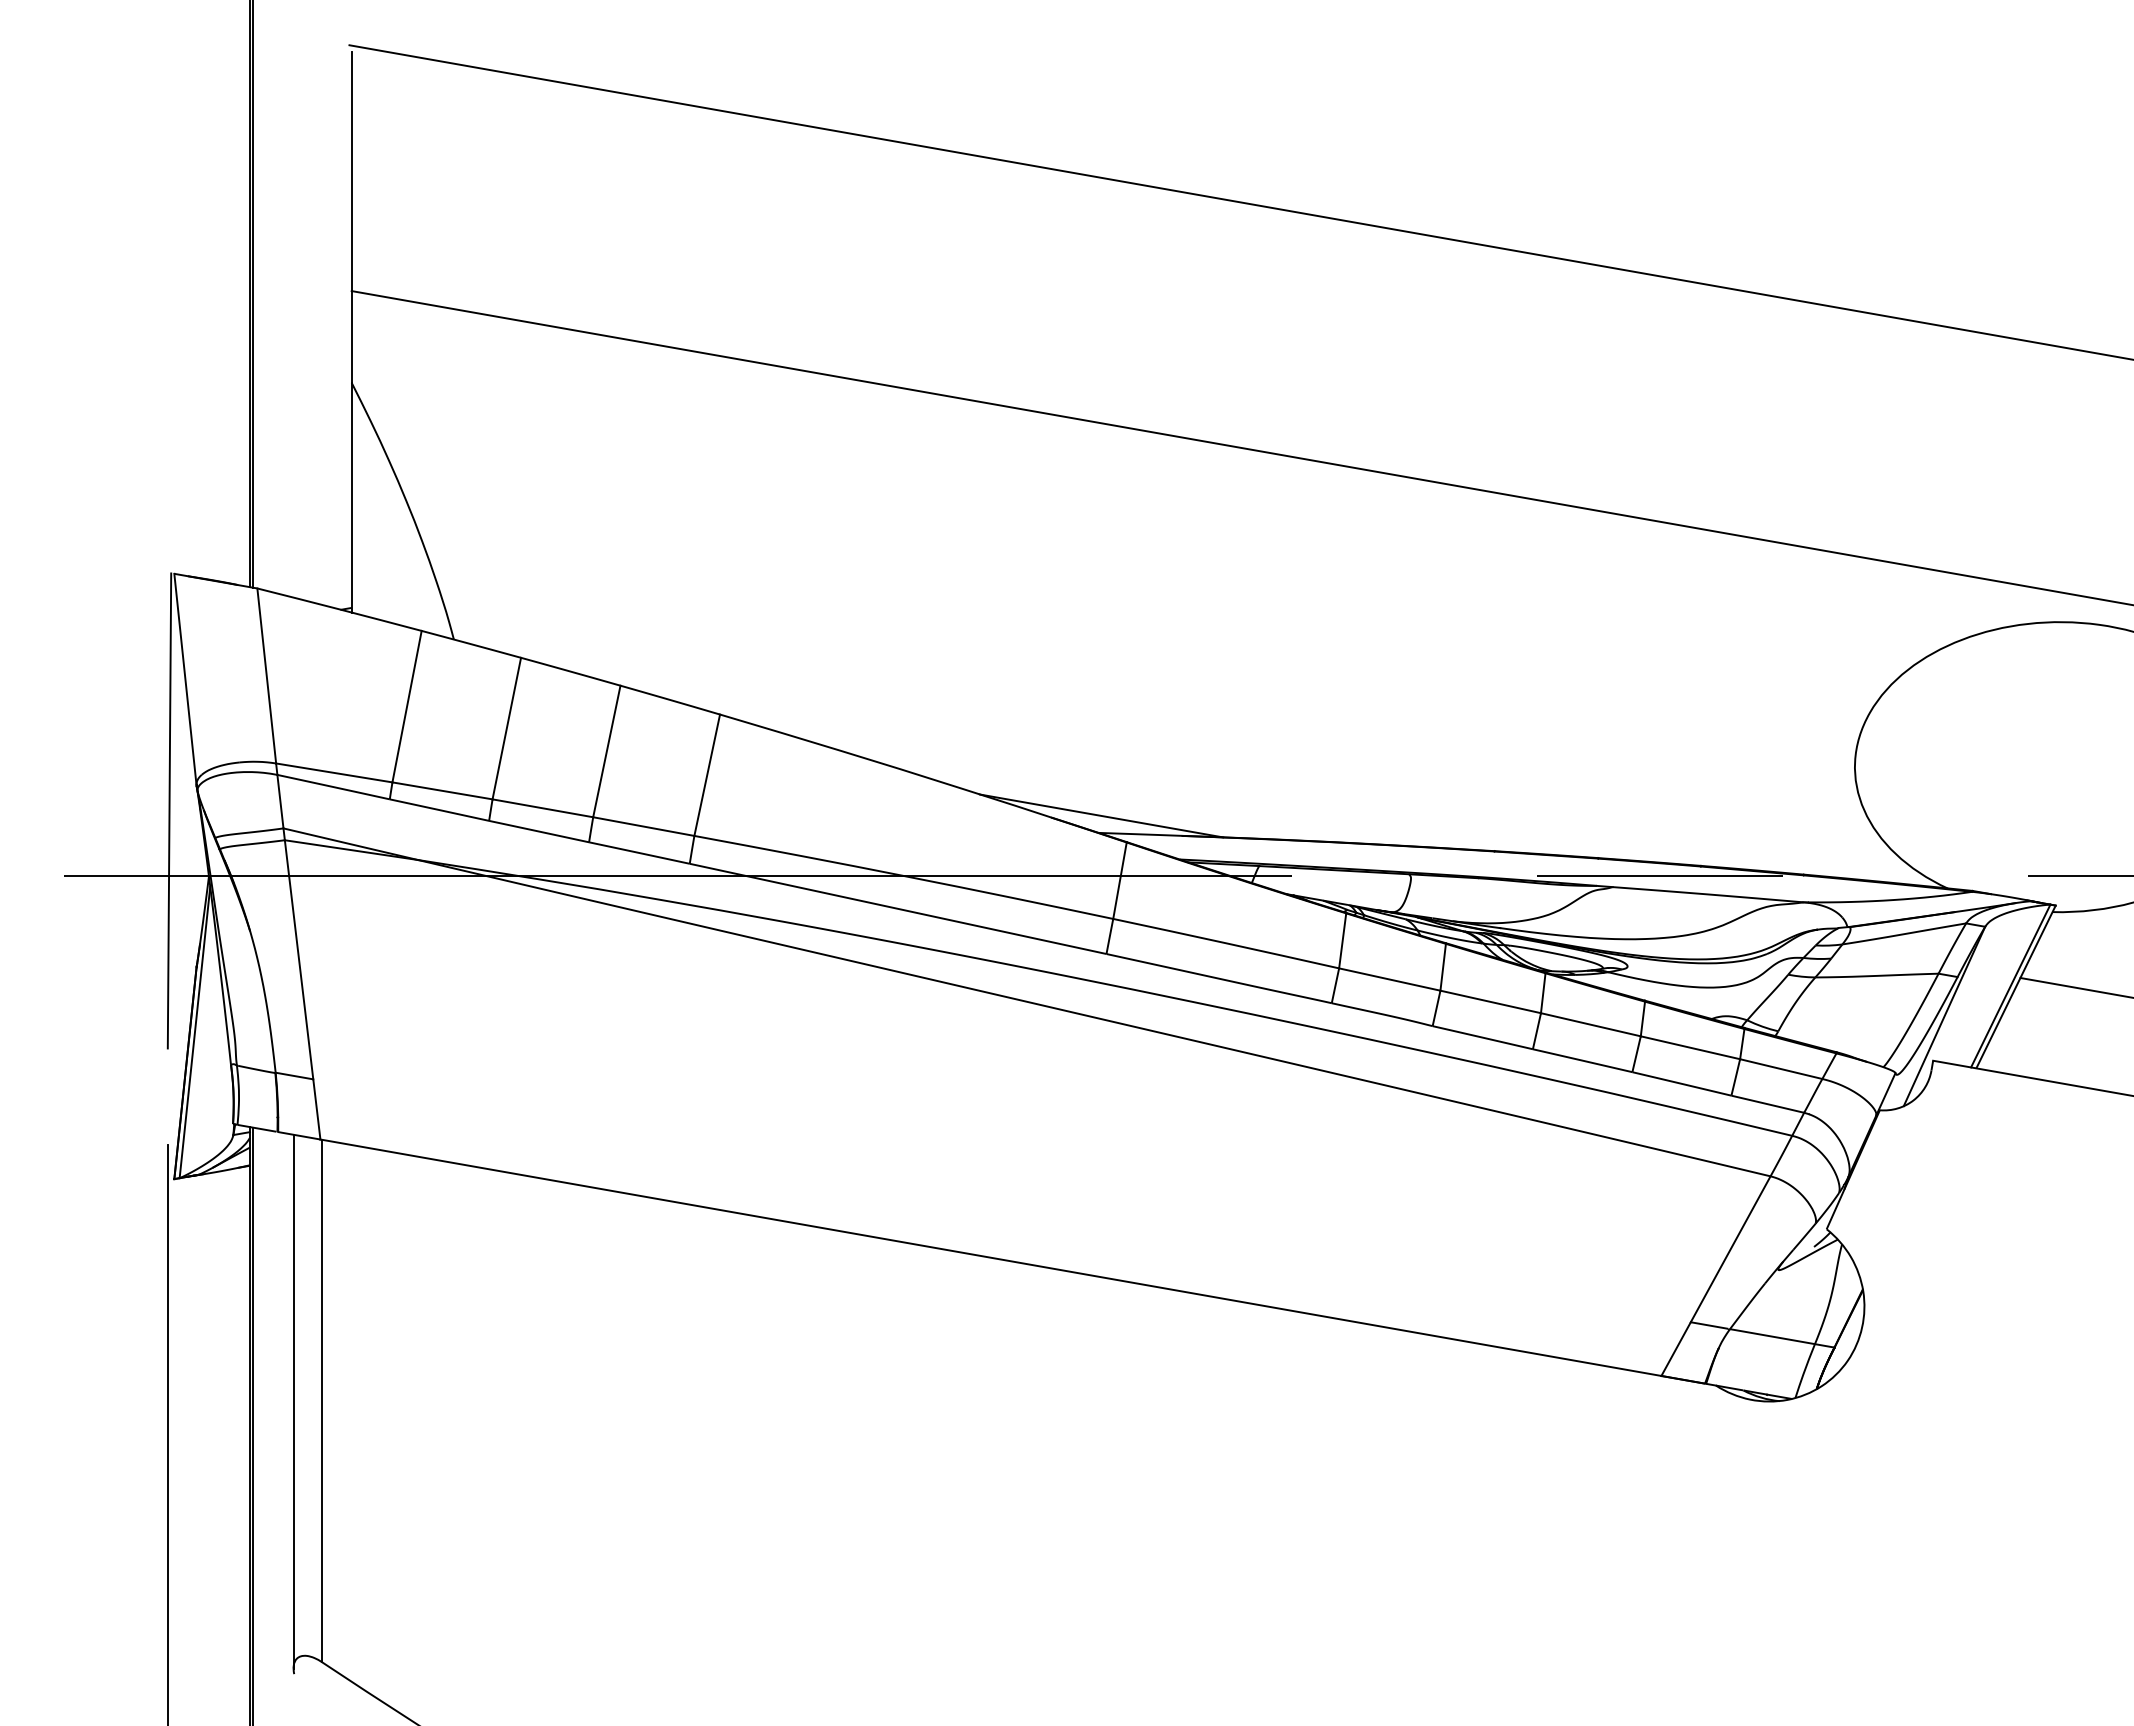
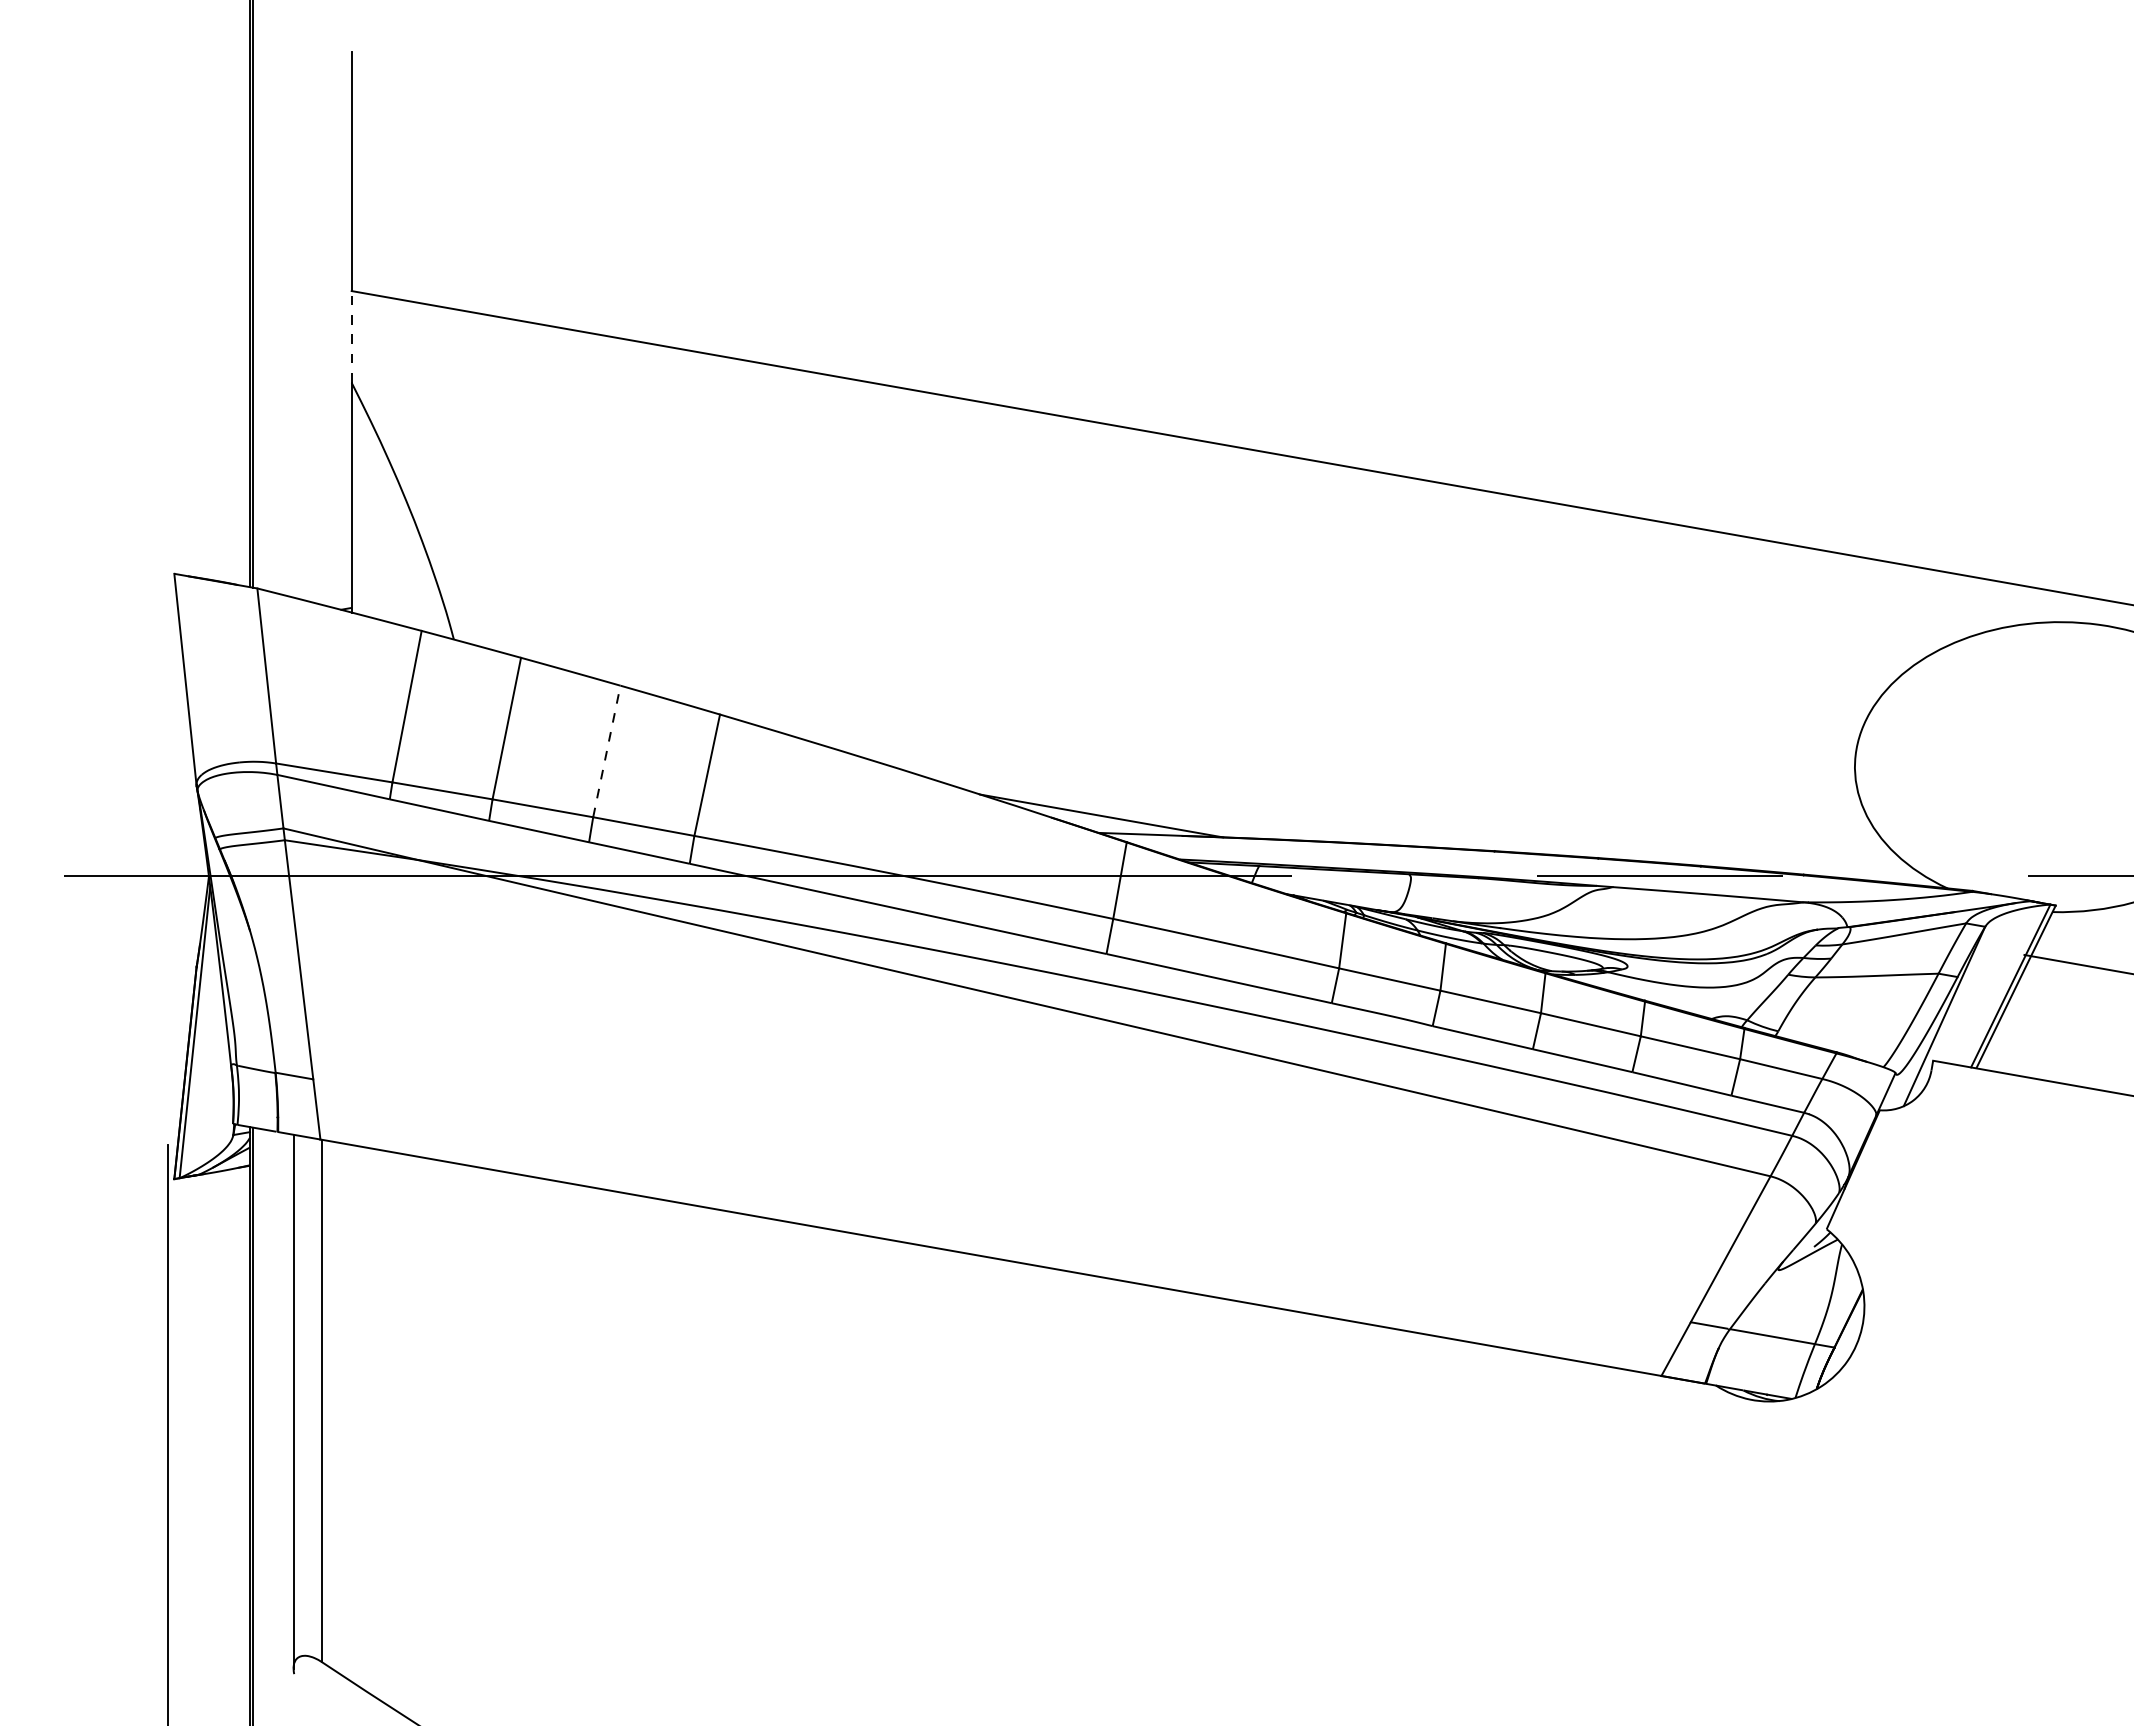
line at (1239, 202): present -> none
line at (351, 336): solid -> dashed
line at (606, 750): solid -> dashed
line at (169, 810): present -> none
line at (2075, 987) position: (2075, 987) -> (2077, 963)
